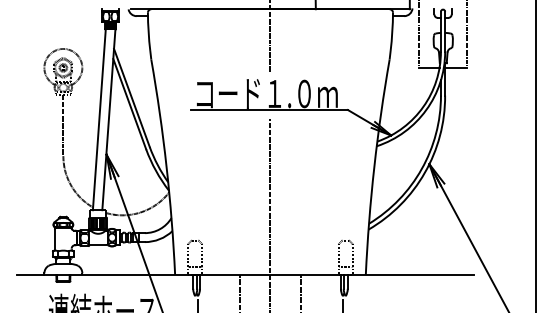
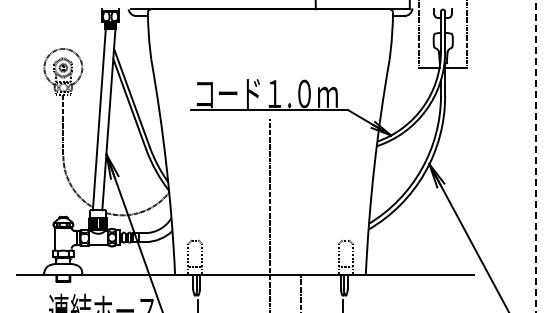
line at (270, 37): present -> none
line at (536, 156): solid -> dashed
line at (239, 292): present -> none
